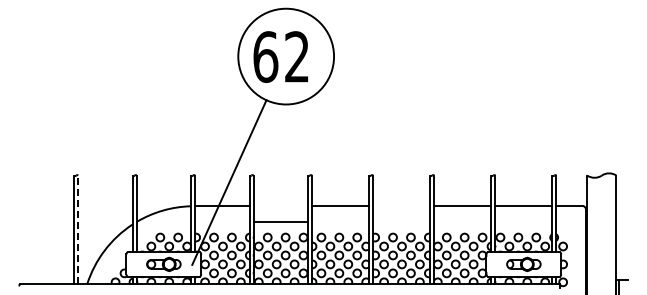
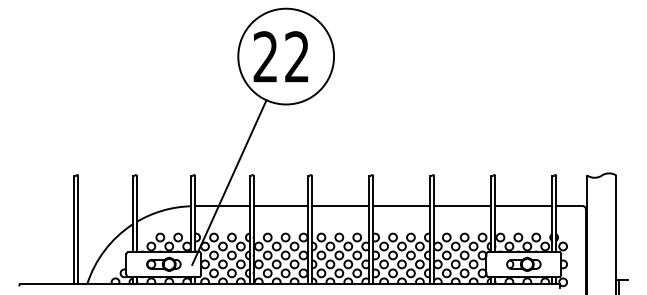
text at (265, 57): 62 -> 22
line at (401, 206): none -> present
line at (280, 222) position: (280, 222) -> (280, 206)
line at (78, 229): dashed -> solid
